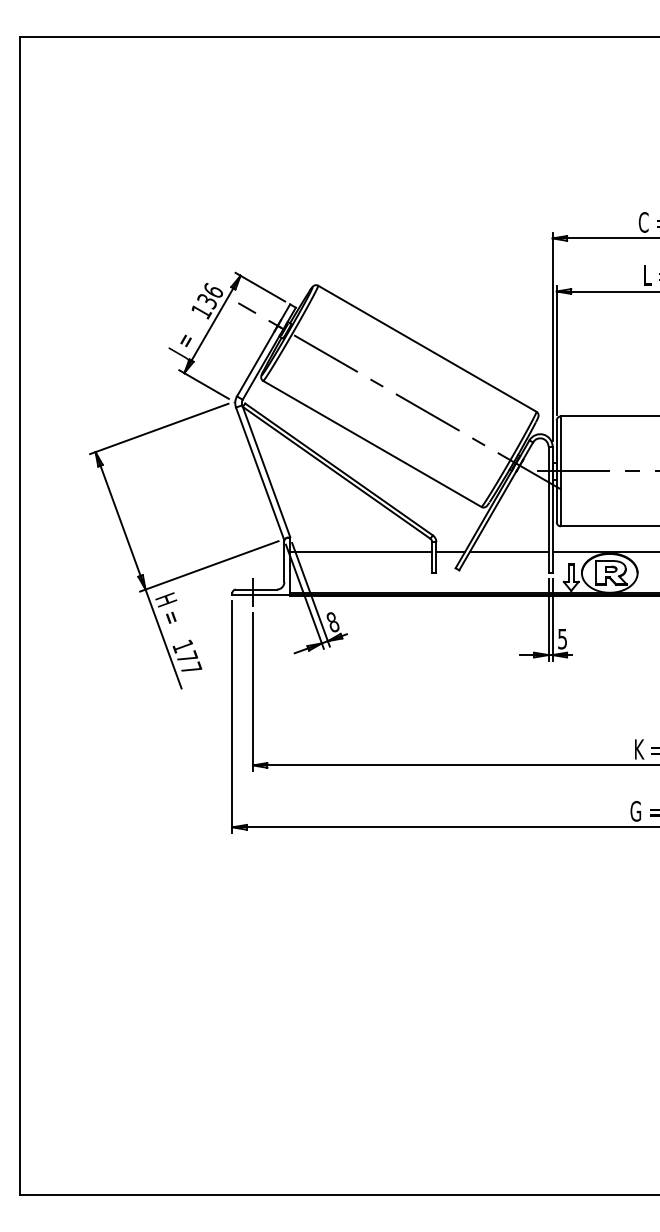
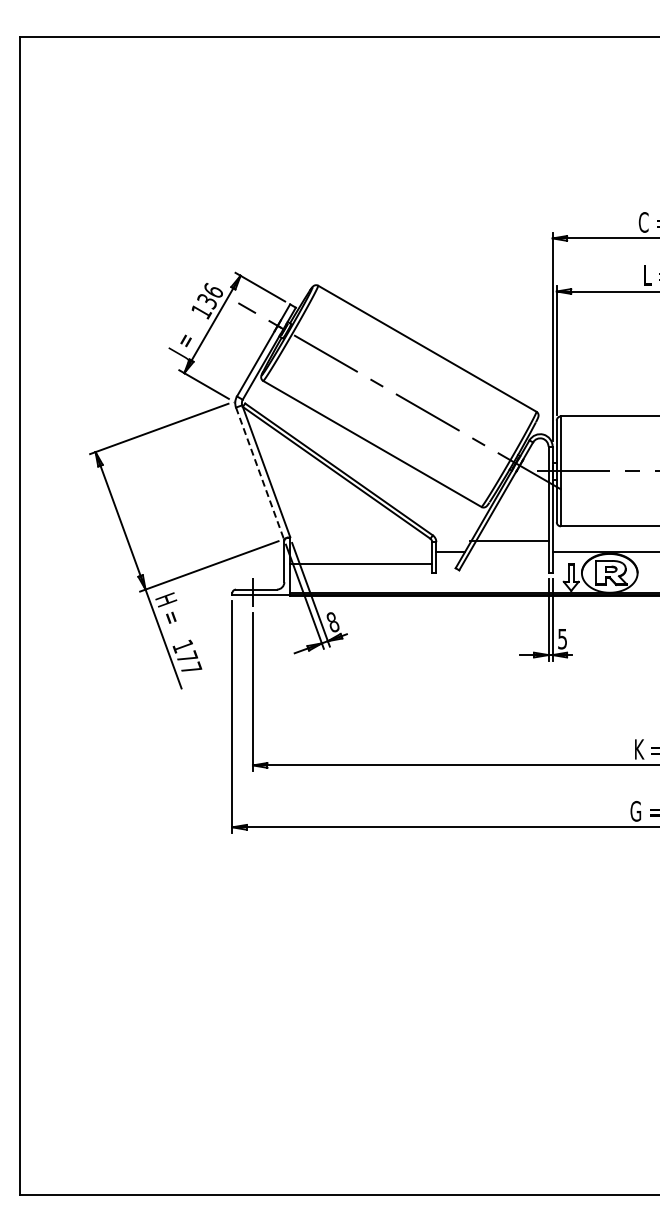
line at (260, 473): solid -> dashed
line at (361, 552) position: (361, 552) -> (361, 564)
line at (508, 552) position: (508, 552) -> (508, 541)
